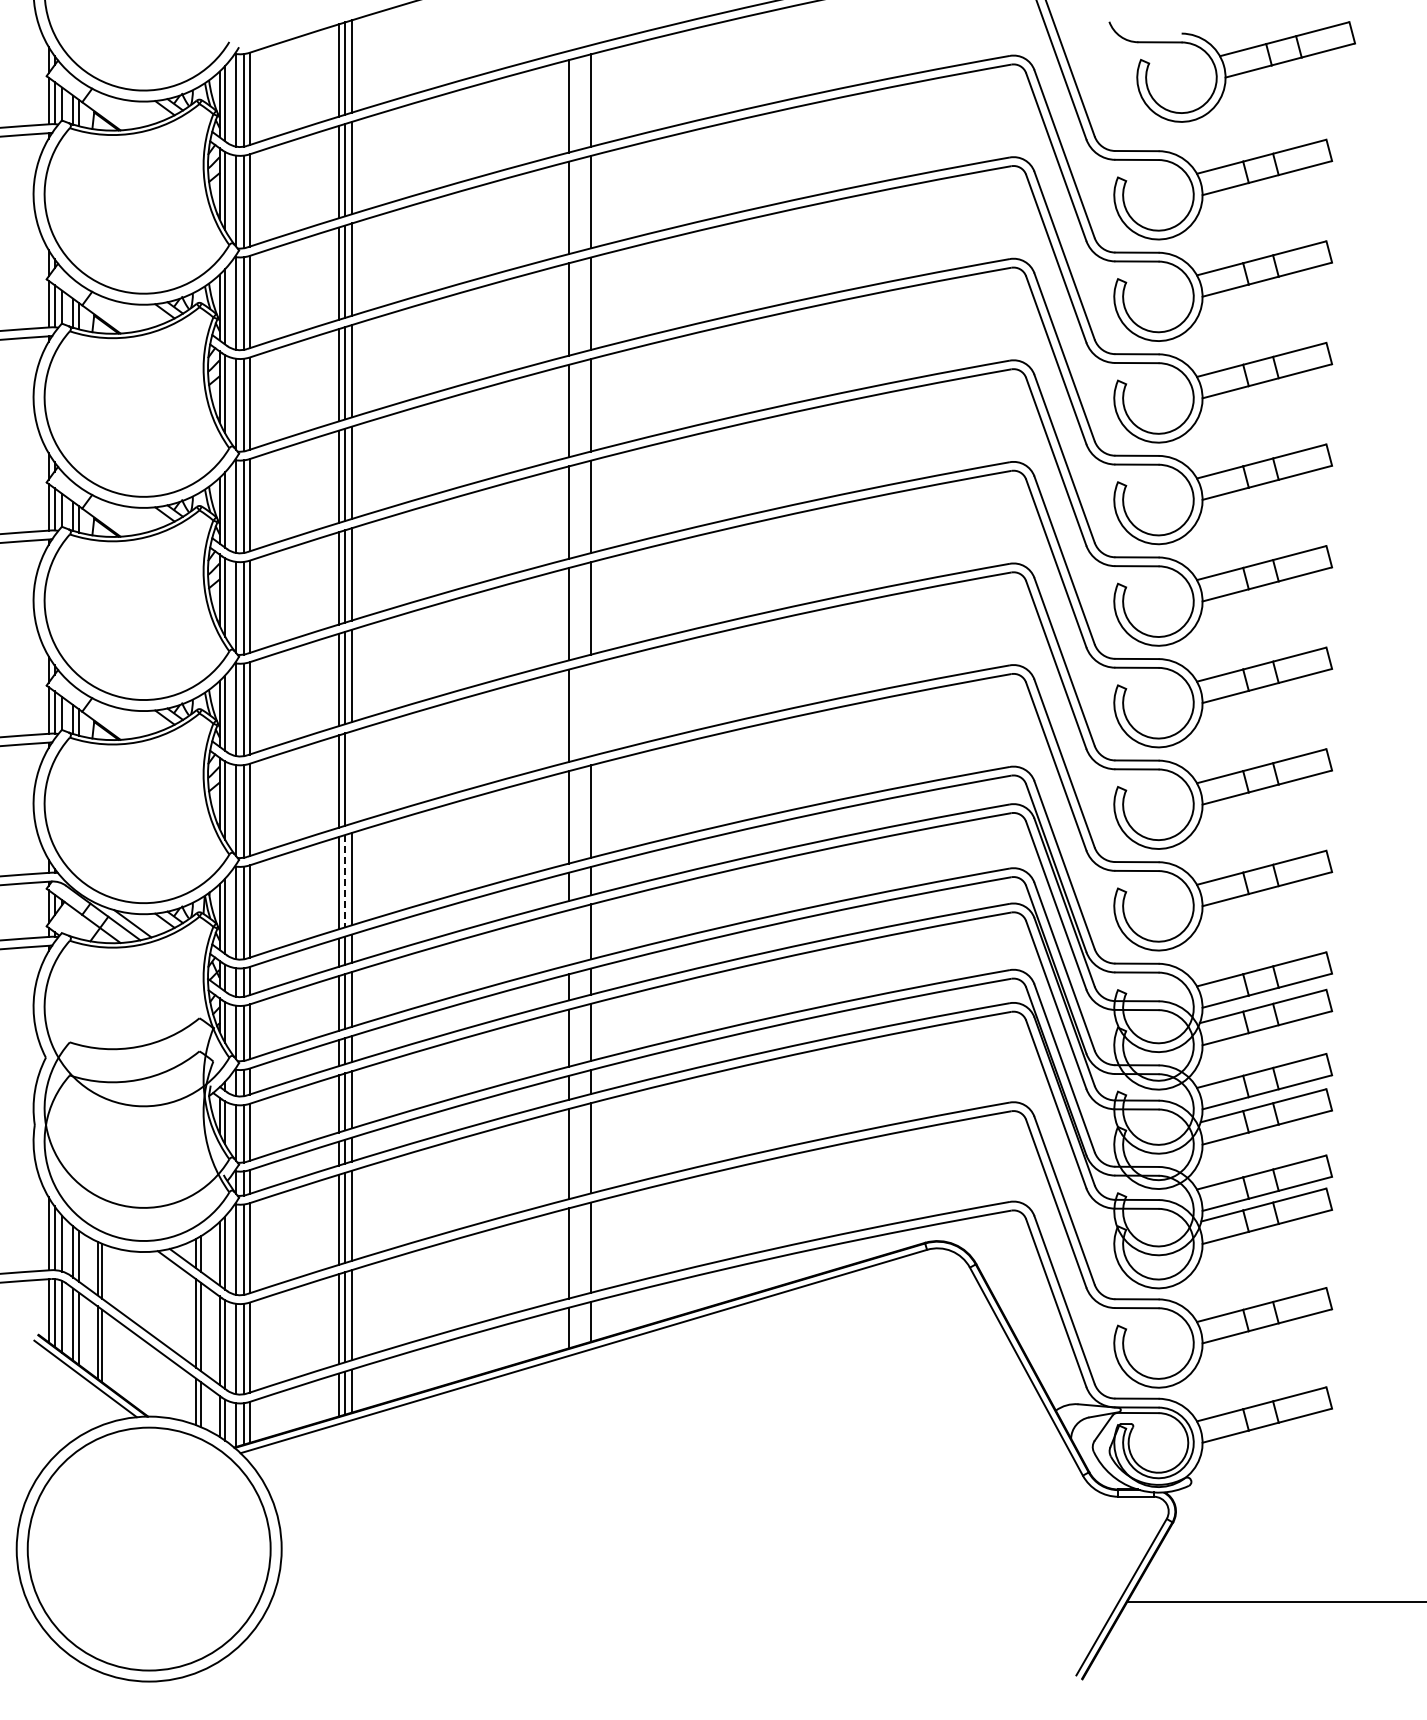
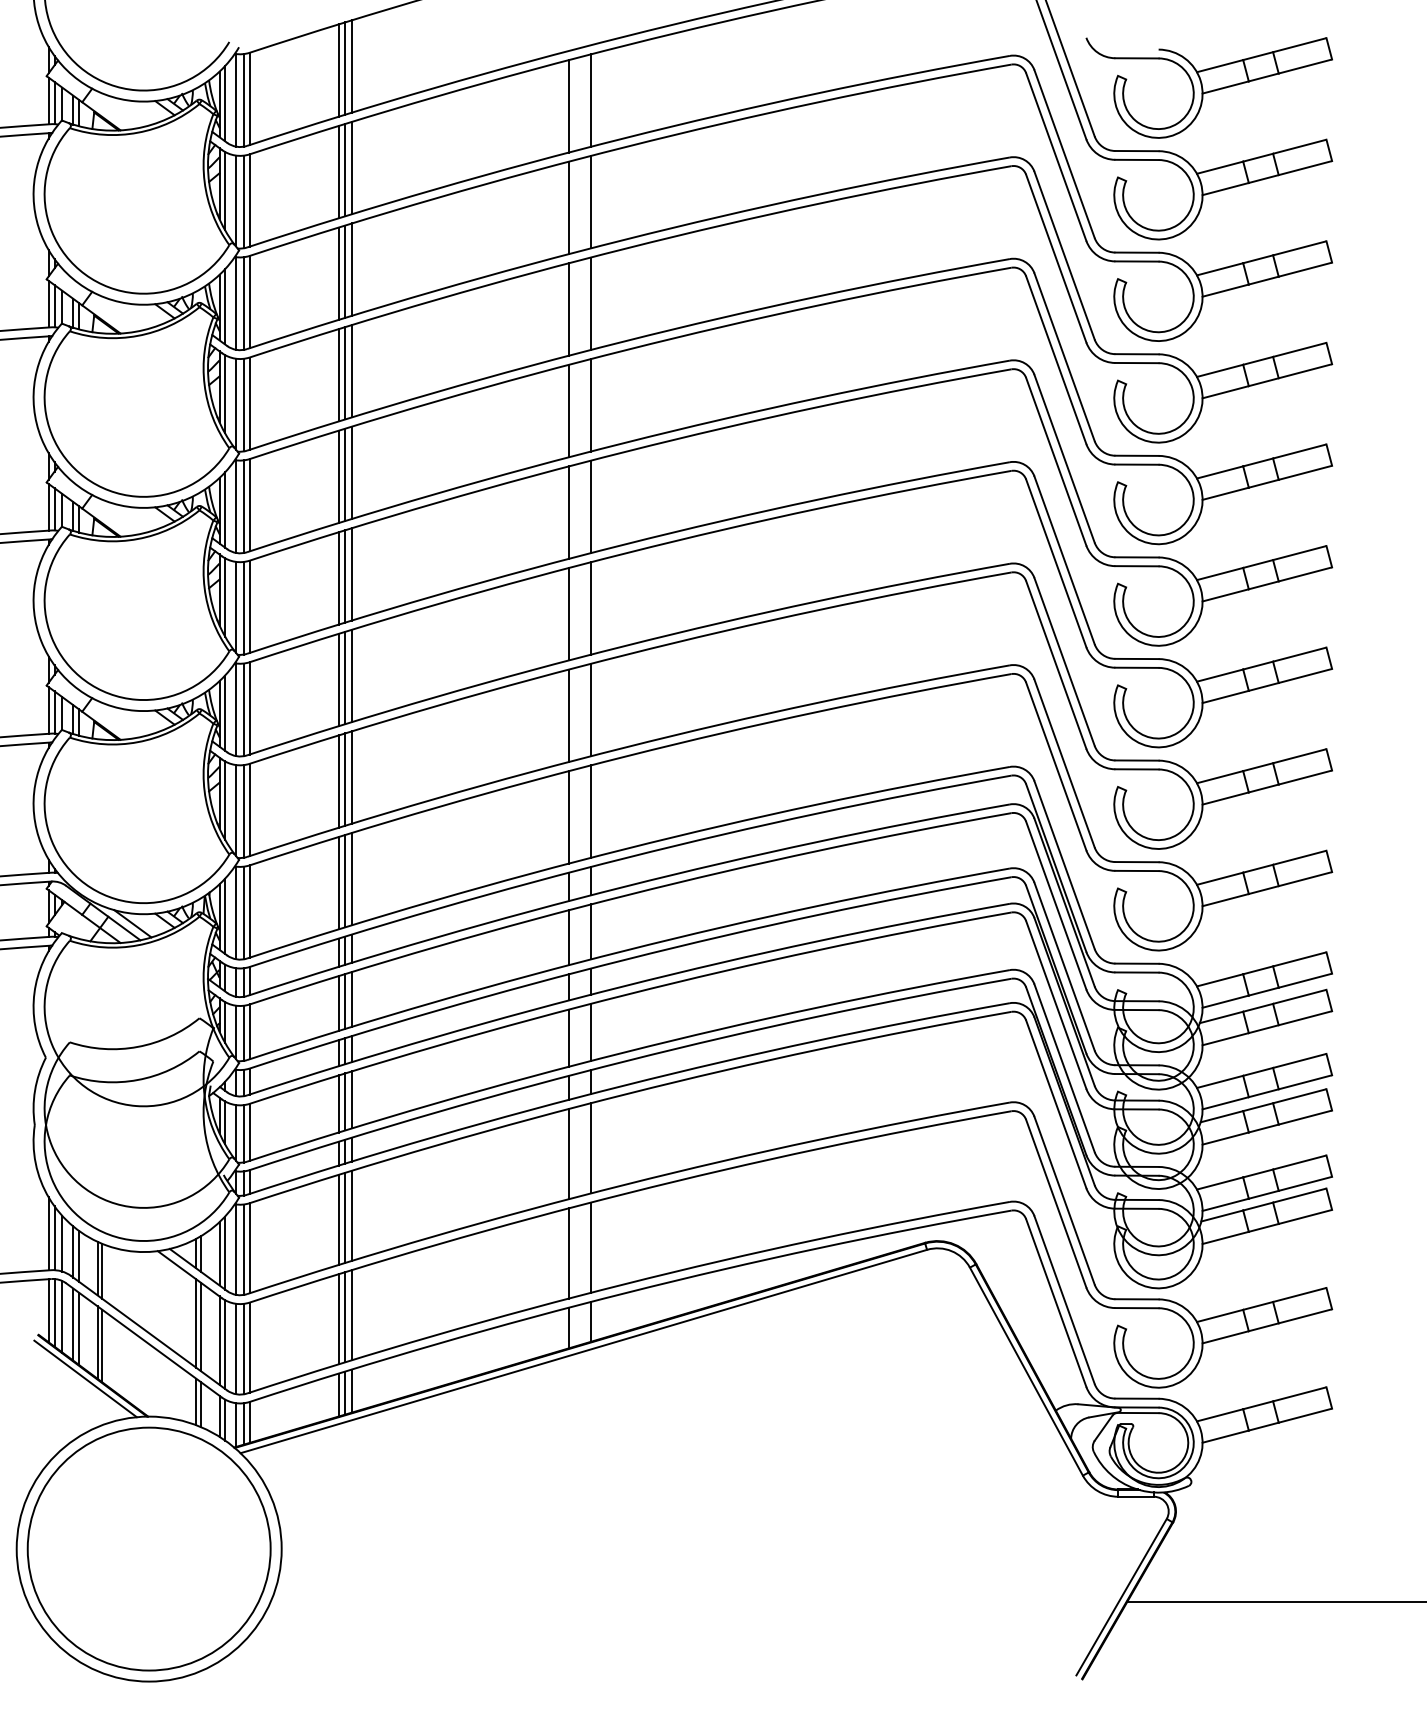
part at (1231, 71) position: (1231, 71) -> (1208, 87)
line at (590, 709): none -> present
line at (351, 777): none -> present
line at (345, 881): dashed -> solid
line at (568, 937): none -> present
